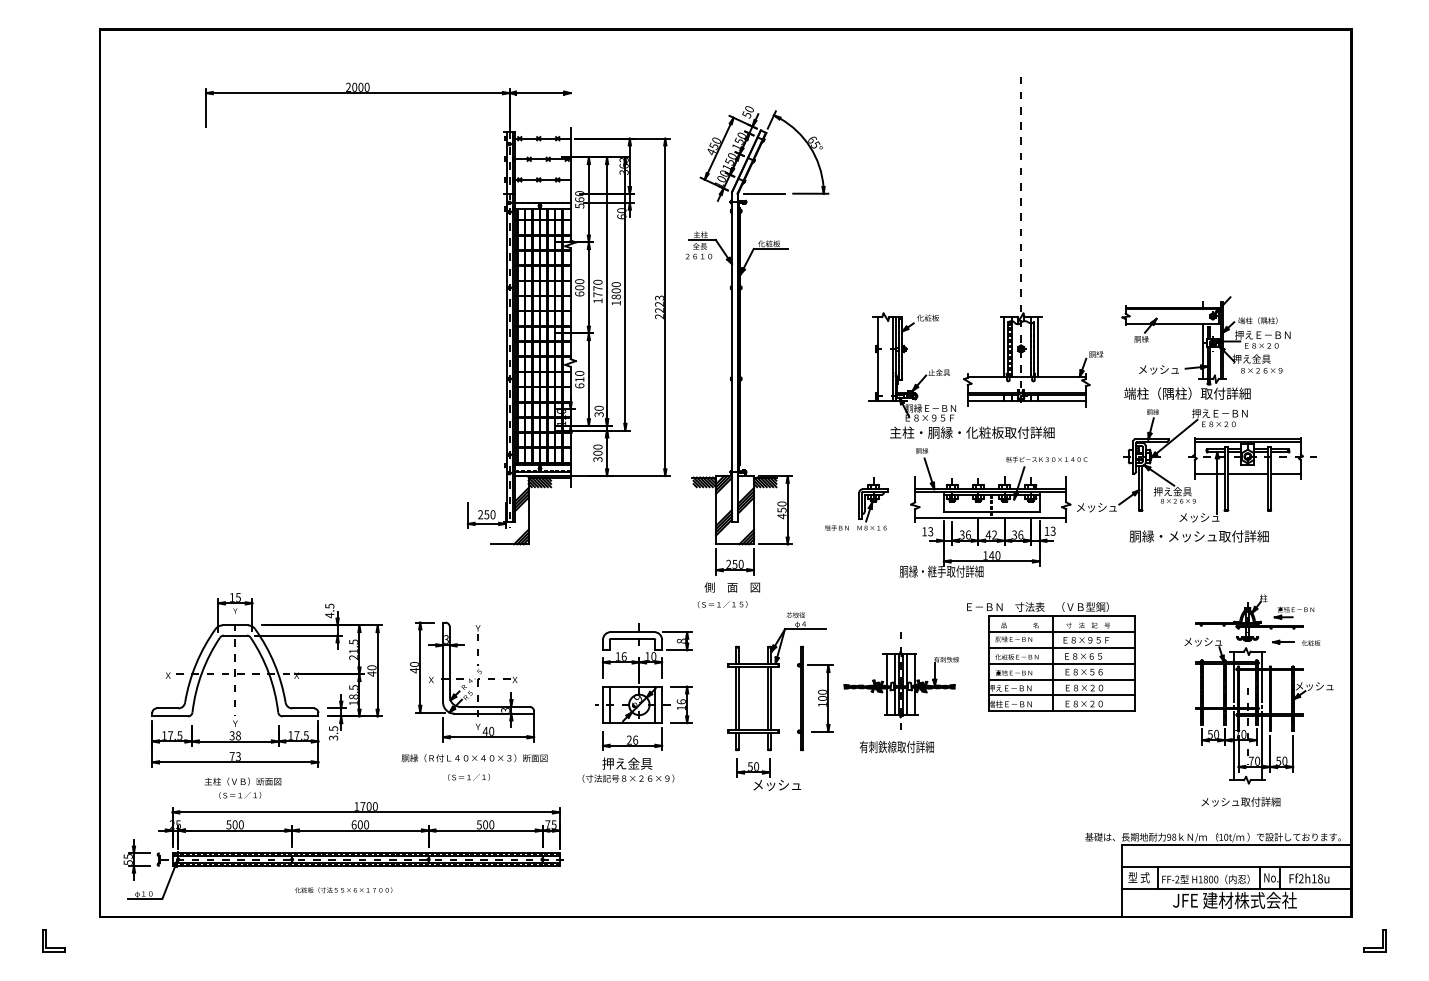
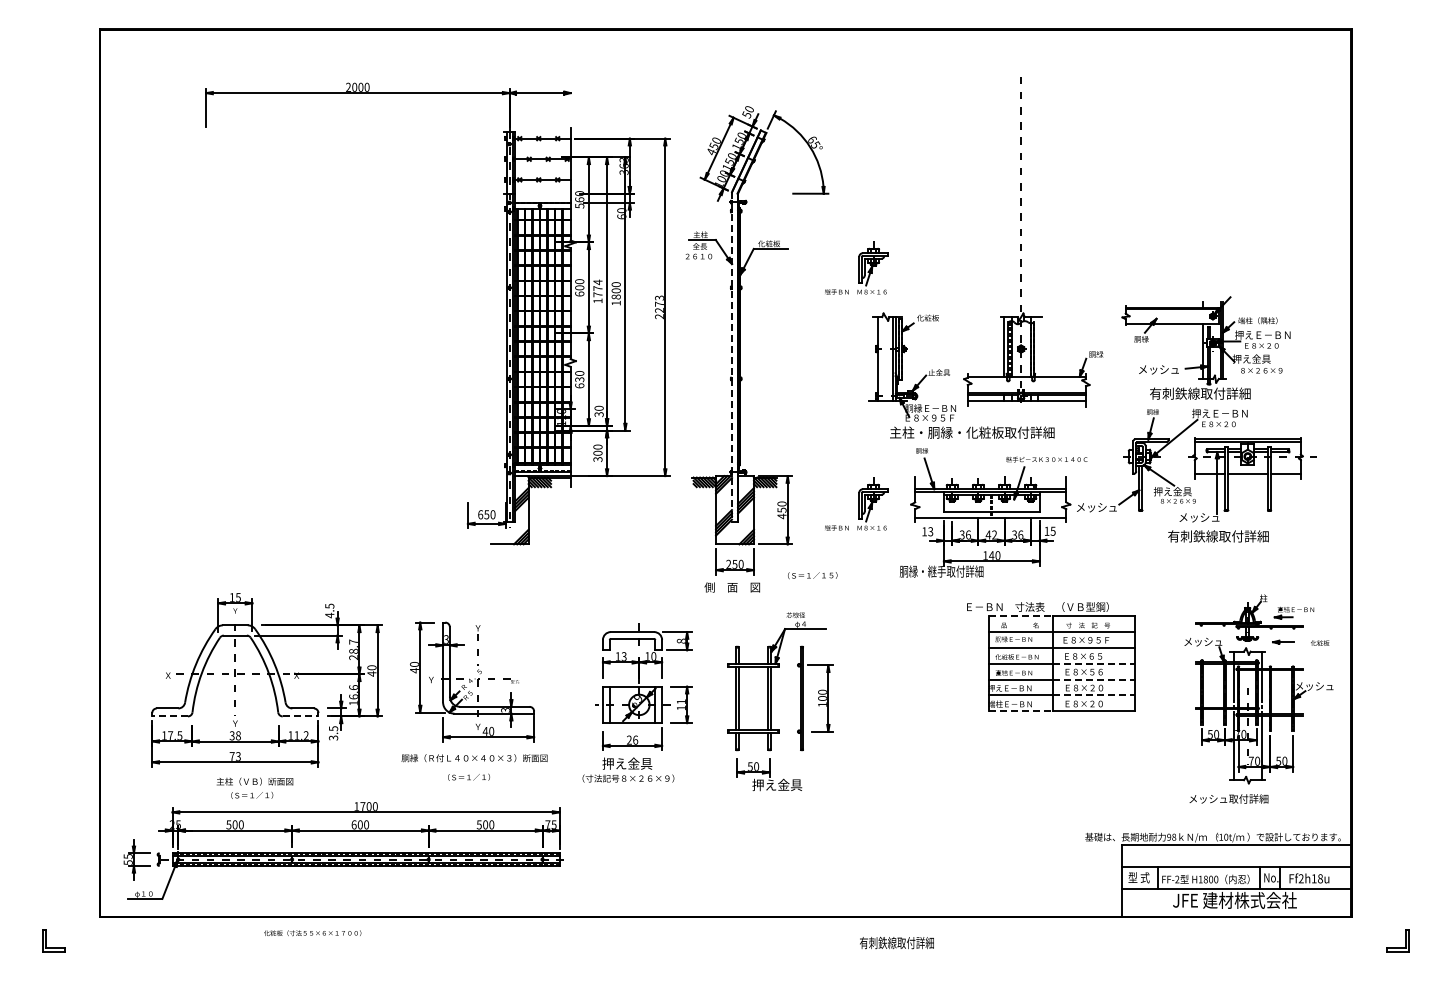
line at (763, 193): present -> none
part at (856, 267): none -> present
text at (597, 282): 1770 -> 1774
text at (659, 303): 2223 -> 2273
line at (1038, 346): present -> none
line at (731, 356): solid -> dashed
text at (579, 379): 610 -> 630
text at (1161, 393): 端柱（隅柱）取付詳細 -> 有刺鉄線取付詳細
text at (480, 514): 250 -> 650
text at (1053, 530): 13 -> 15
text at (1173, 536): 胴縁・メッシュ取付詳細 -> 有刺鉄線取付詳細
text at (722, 604) position: (722, 604) -> (812, 575)
line at (1020, 615): solid -> dashed
text at (1311, 642) position: (1311, 642) -> (1320, 642)
text at (353, 646): 21.5 -> 28.7
text at (623, 656): 16 -> 13
line at (1094, 663): solid -> dashed
line at (1094, 679): solid -> dashed
text at (431, 680): Ｘ -> Ｙ
text at (515, 680): Ｘ -> 型 式
part at (900, 680): present -> none
text at (353, 692): 18.5 -> 16.6
line at (1094, 695): solid -> dashed
text at (680, 701): 16 -> 11
line at (1020, 711): solid -> dashed
line at (170, 716): solid -> dashed
line at (300, 716): solid -> dashed
text at (301, 735): 17.5 -> 11.2
text at (896, 746) position: (896, 746) -> (896, 942)
text at (777, 784): メッシュ -> 押え金具
text at (242, 787) position: (242, 787) -> (254, 787)
text at (1240, 801) position: (1240, 801) -> (1228, 798)
text at (343, 890) position: (343, 890) -> (312, 933)
part at (1374, 947) position: (1374, 947) -> (1397, 947)
